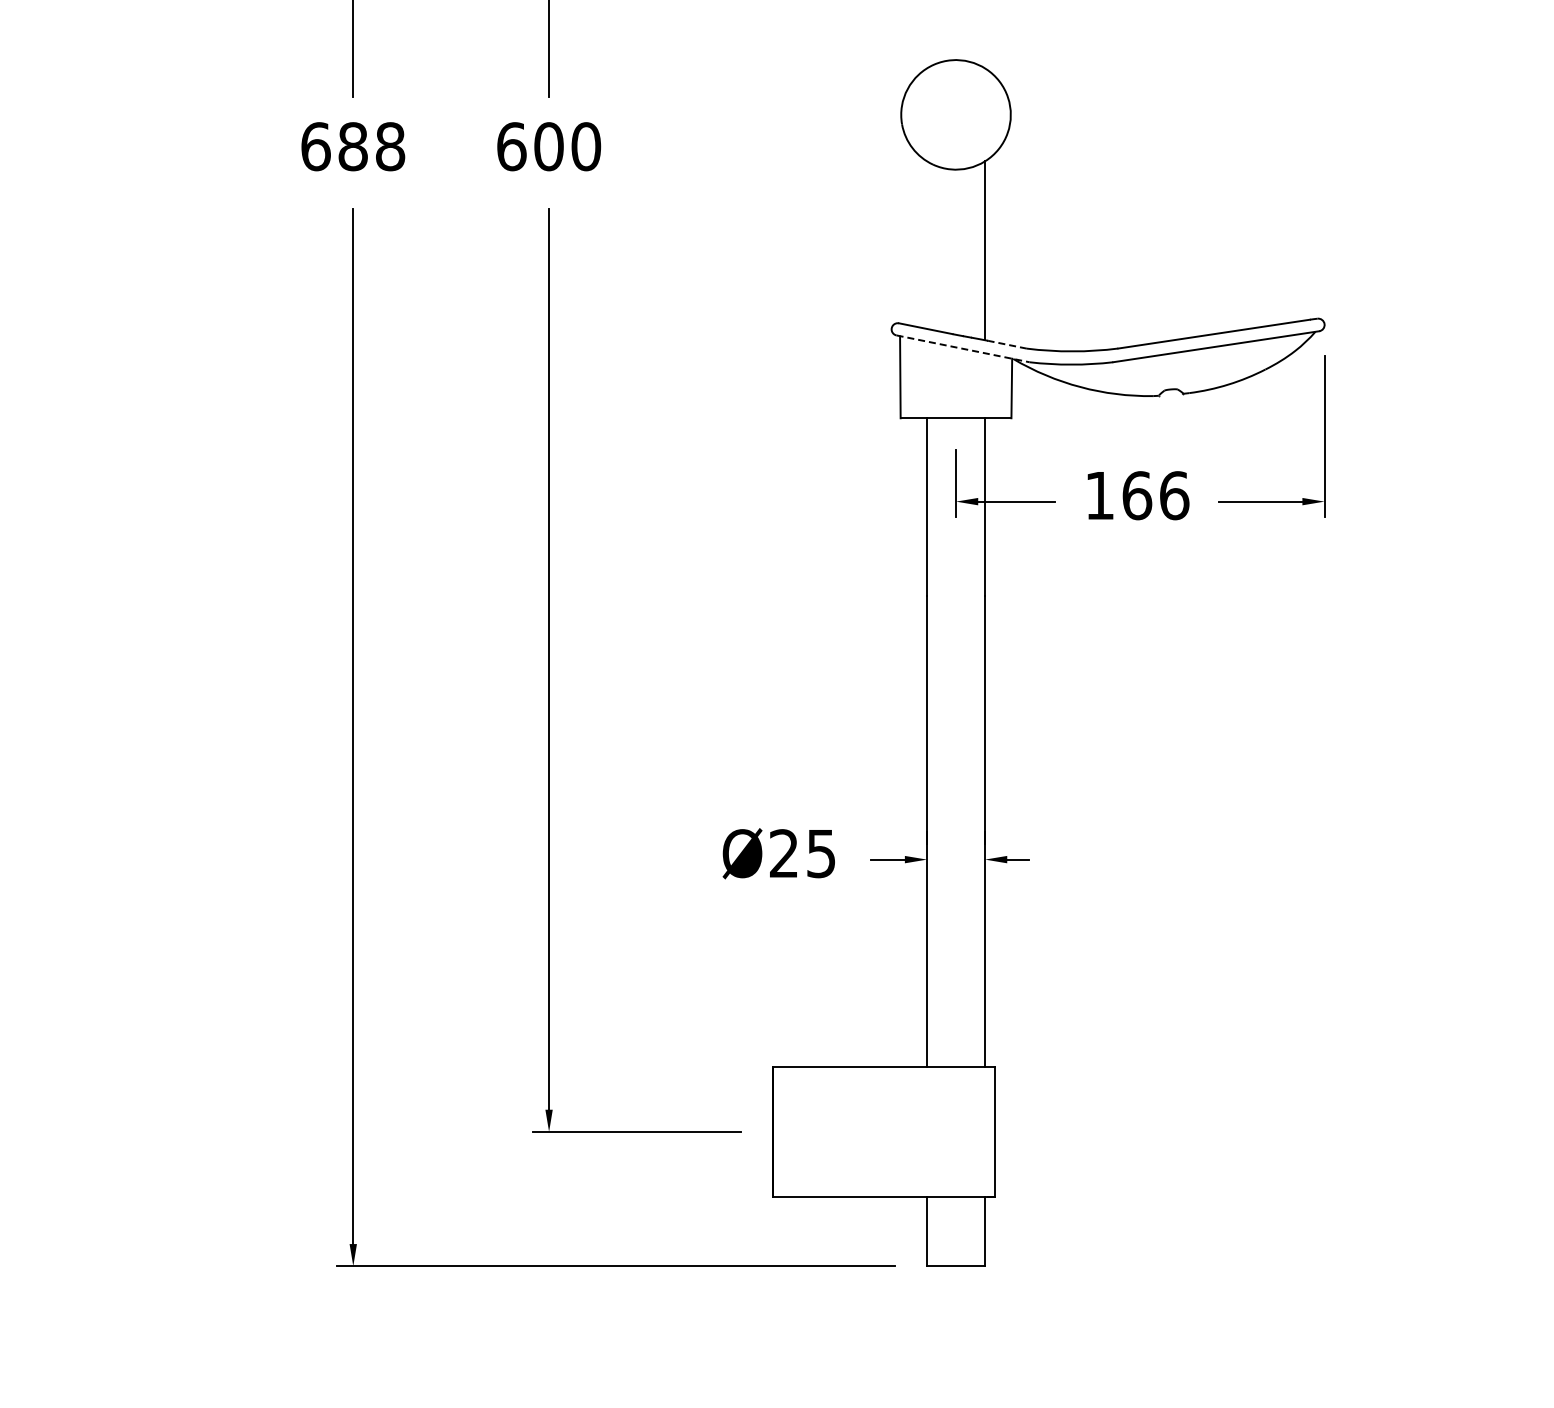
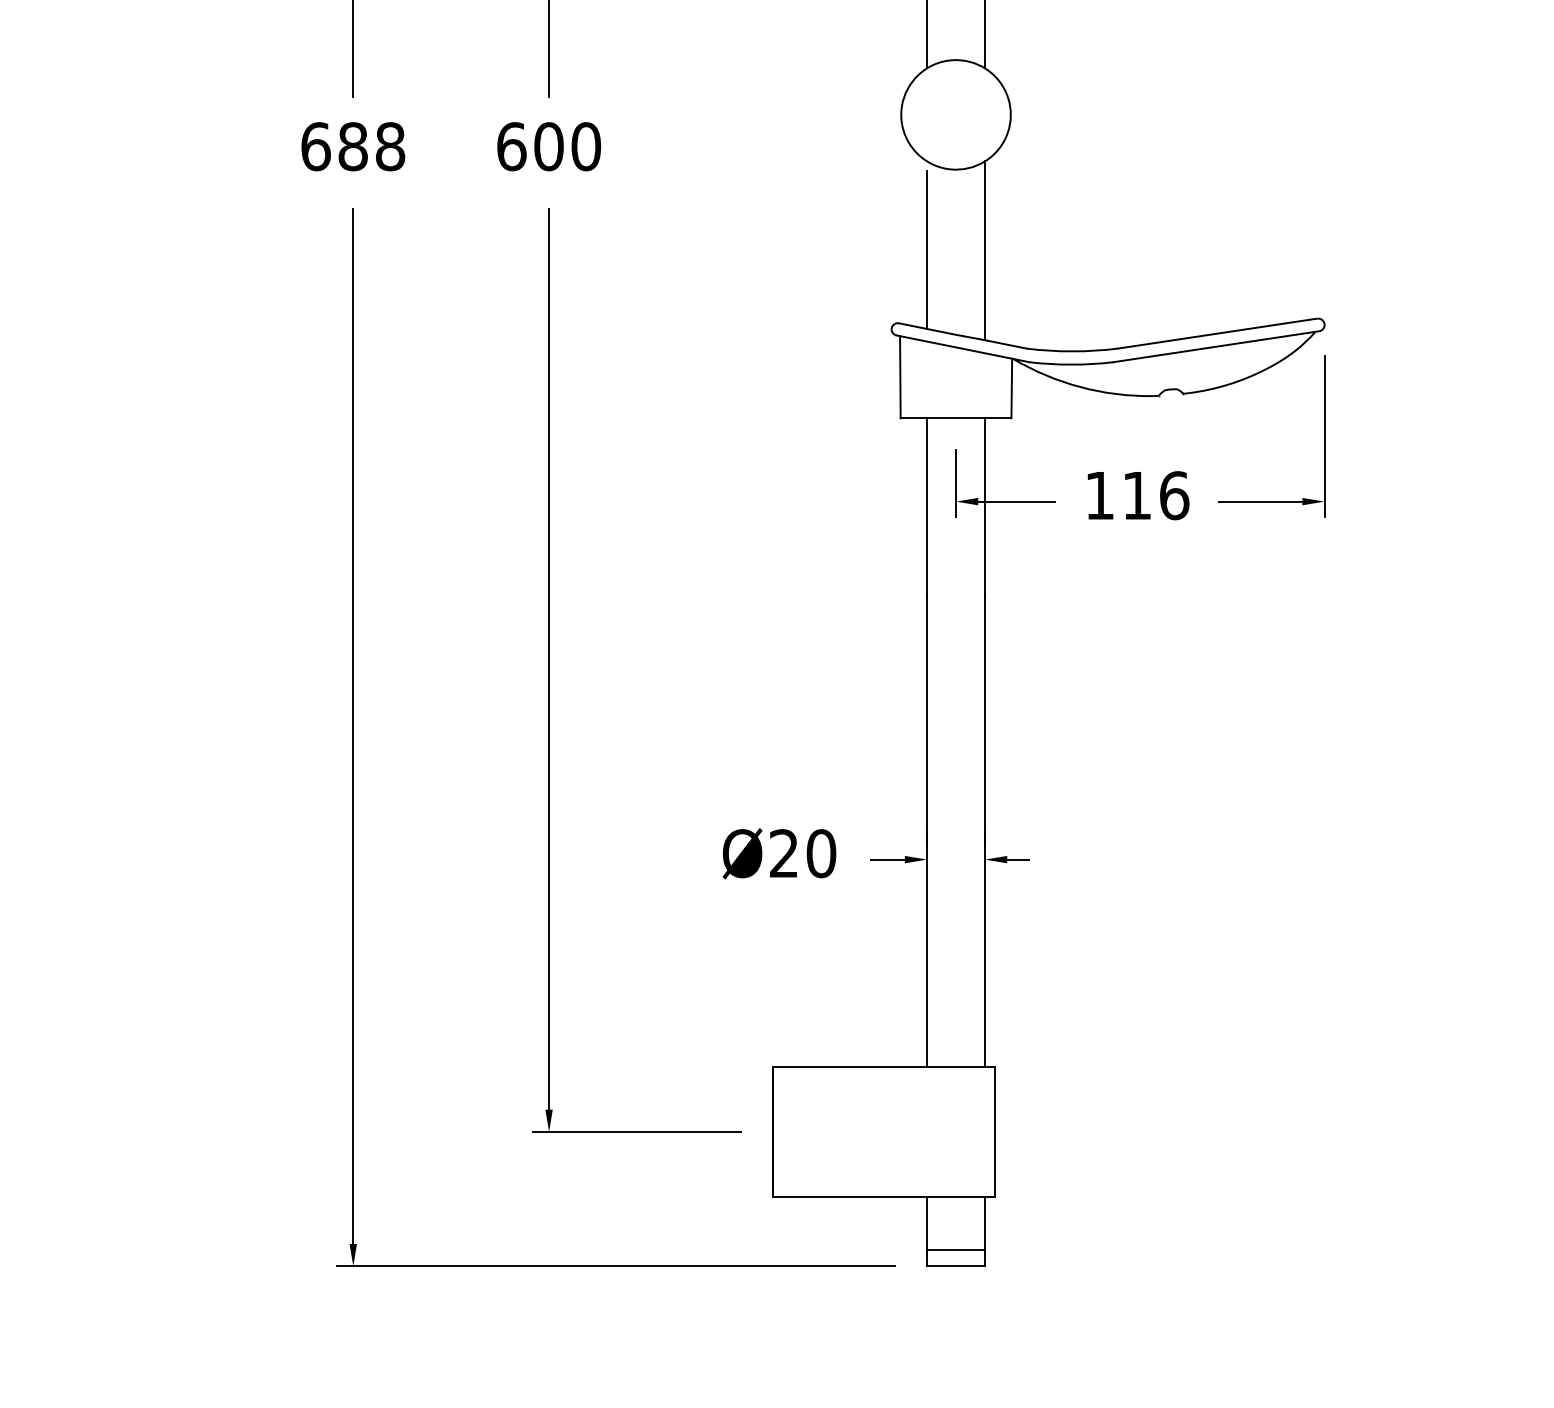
line at (927, 35): none -> present
line at (985, 35): none -> present
line at (927, 249): none -> present
line at (1007, 344): dashed -> solid
line at (963, 348): dashed -> solid
text at (1137, 495): 166 -> 116
text at (821, 853): Ø25 -> Ø20
line at (956, 1250): none -> present
